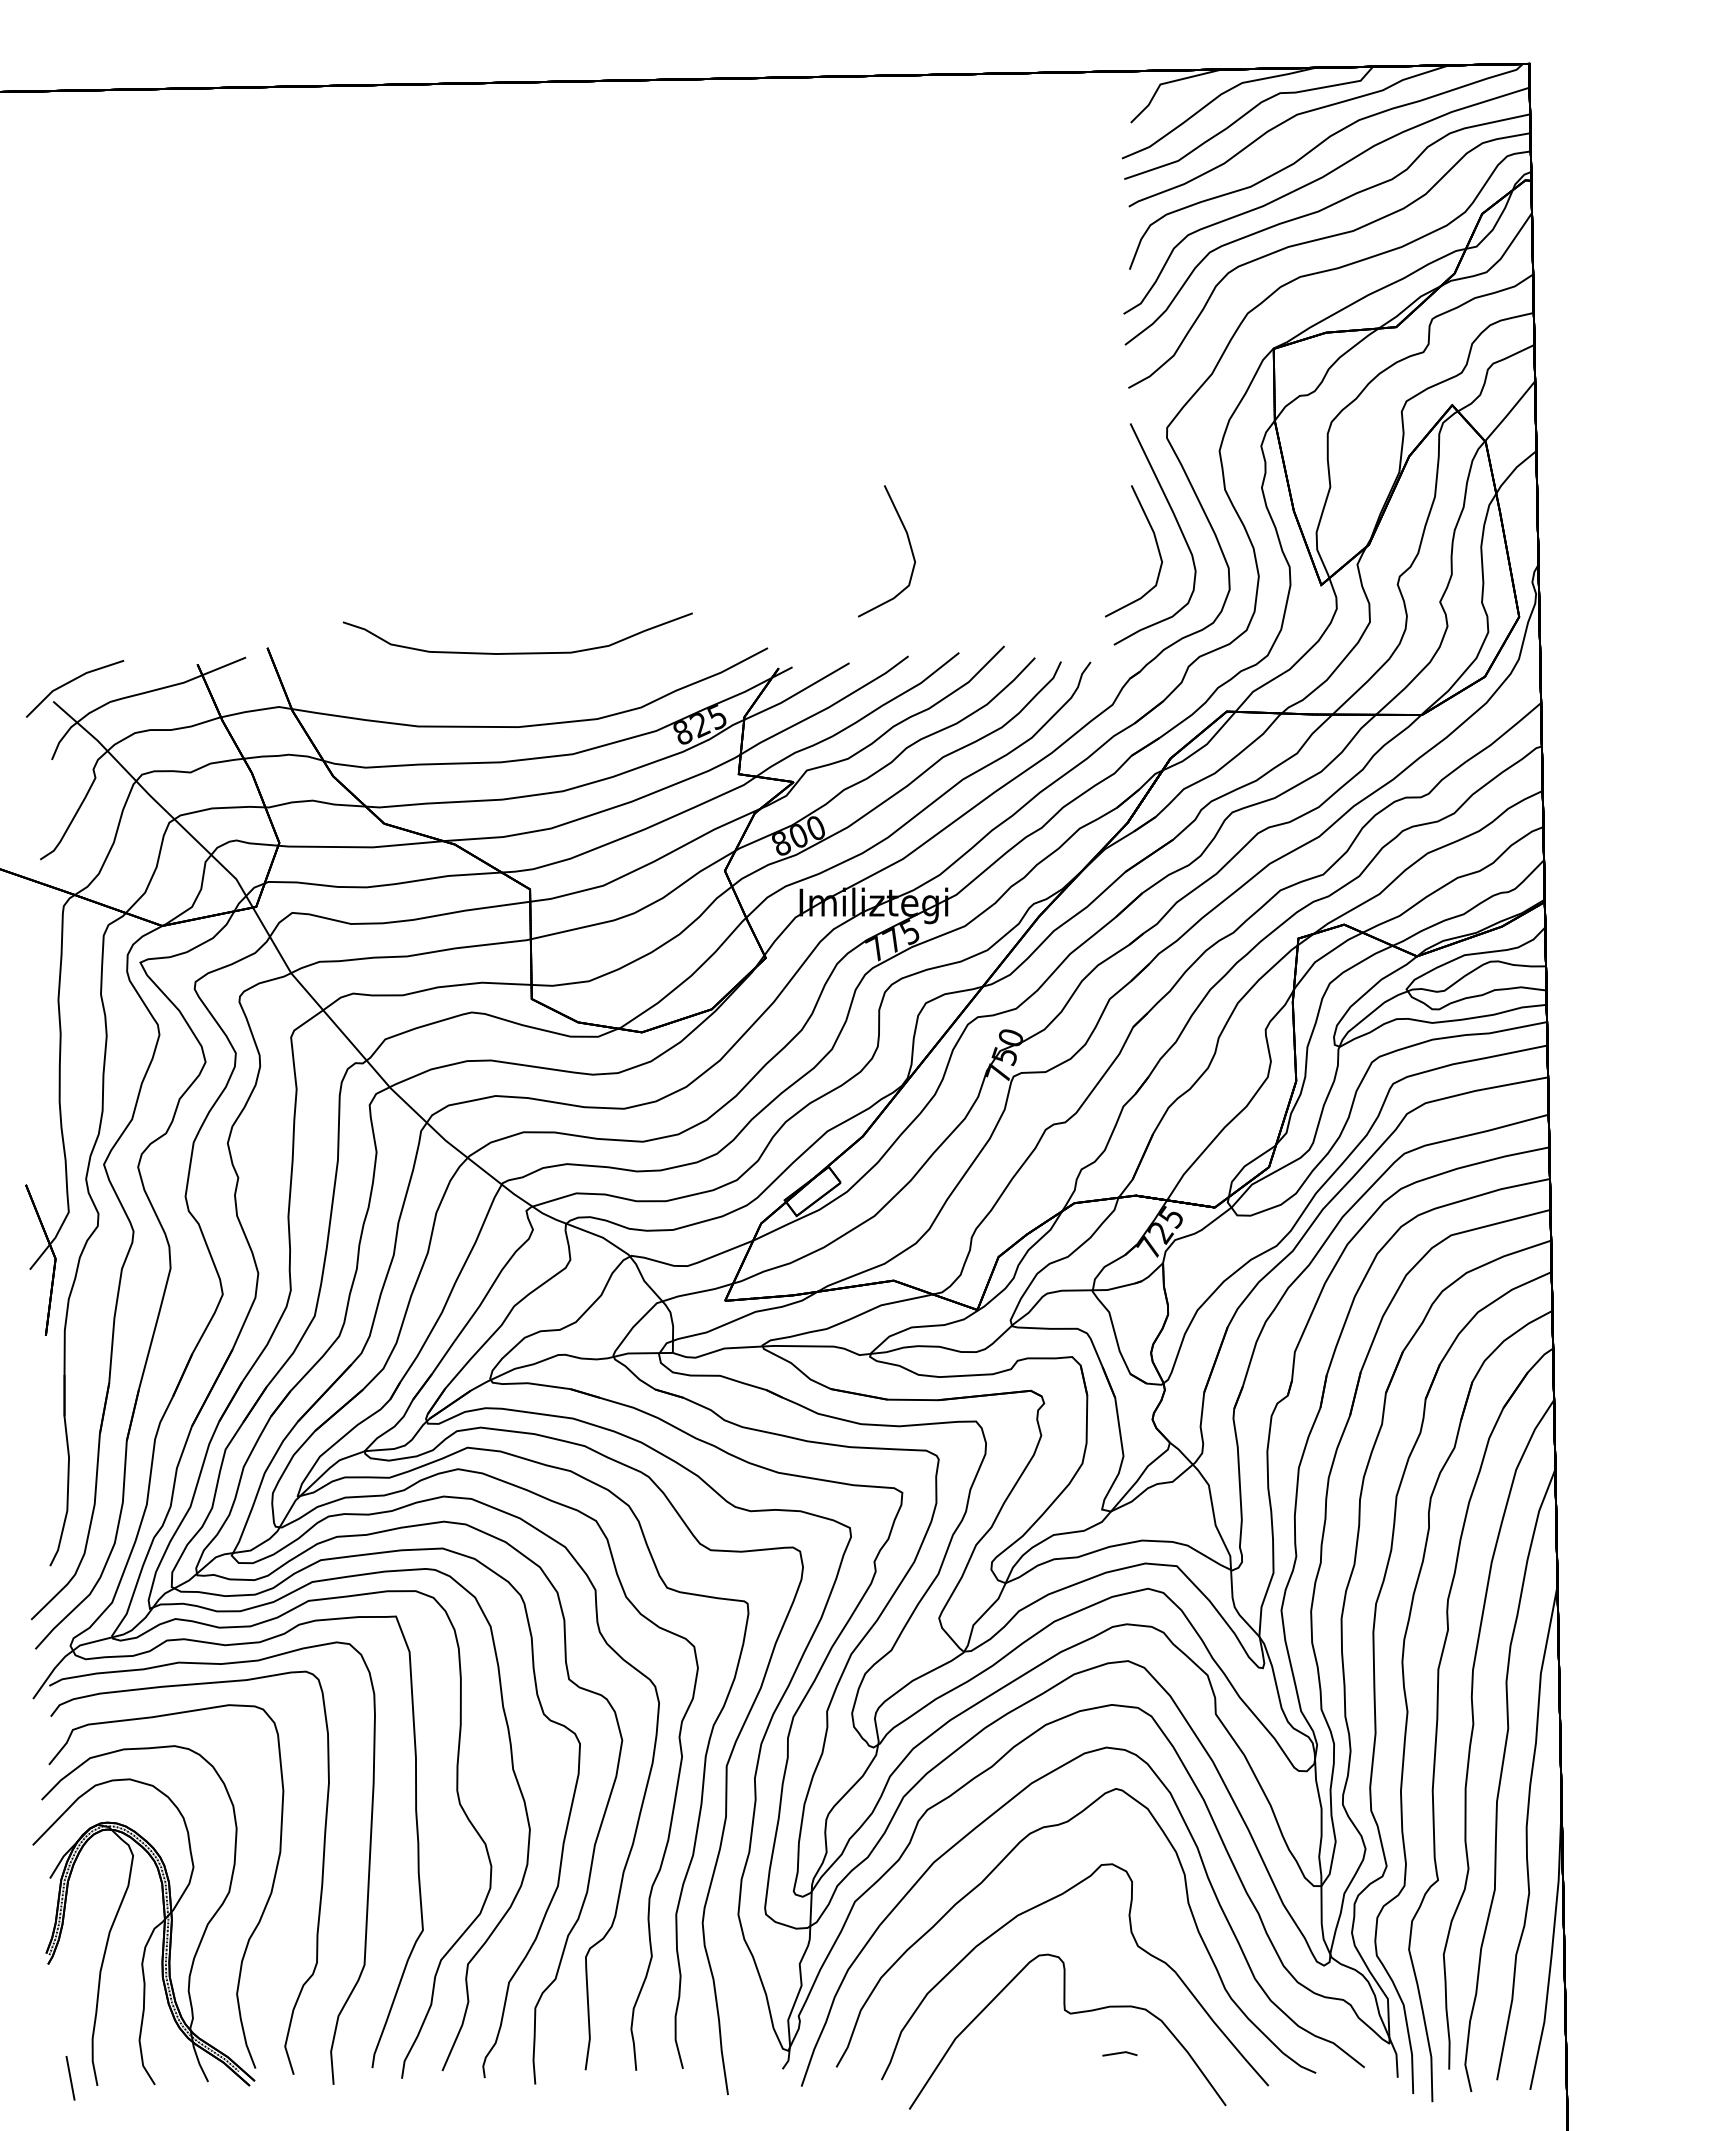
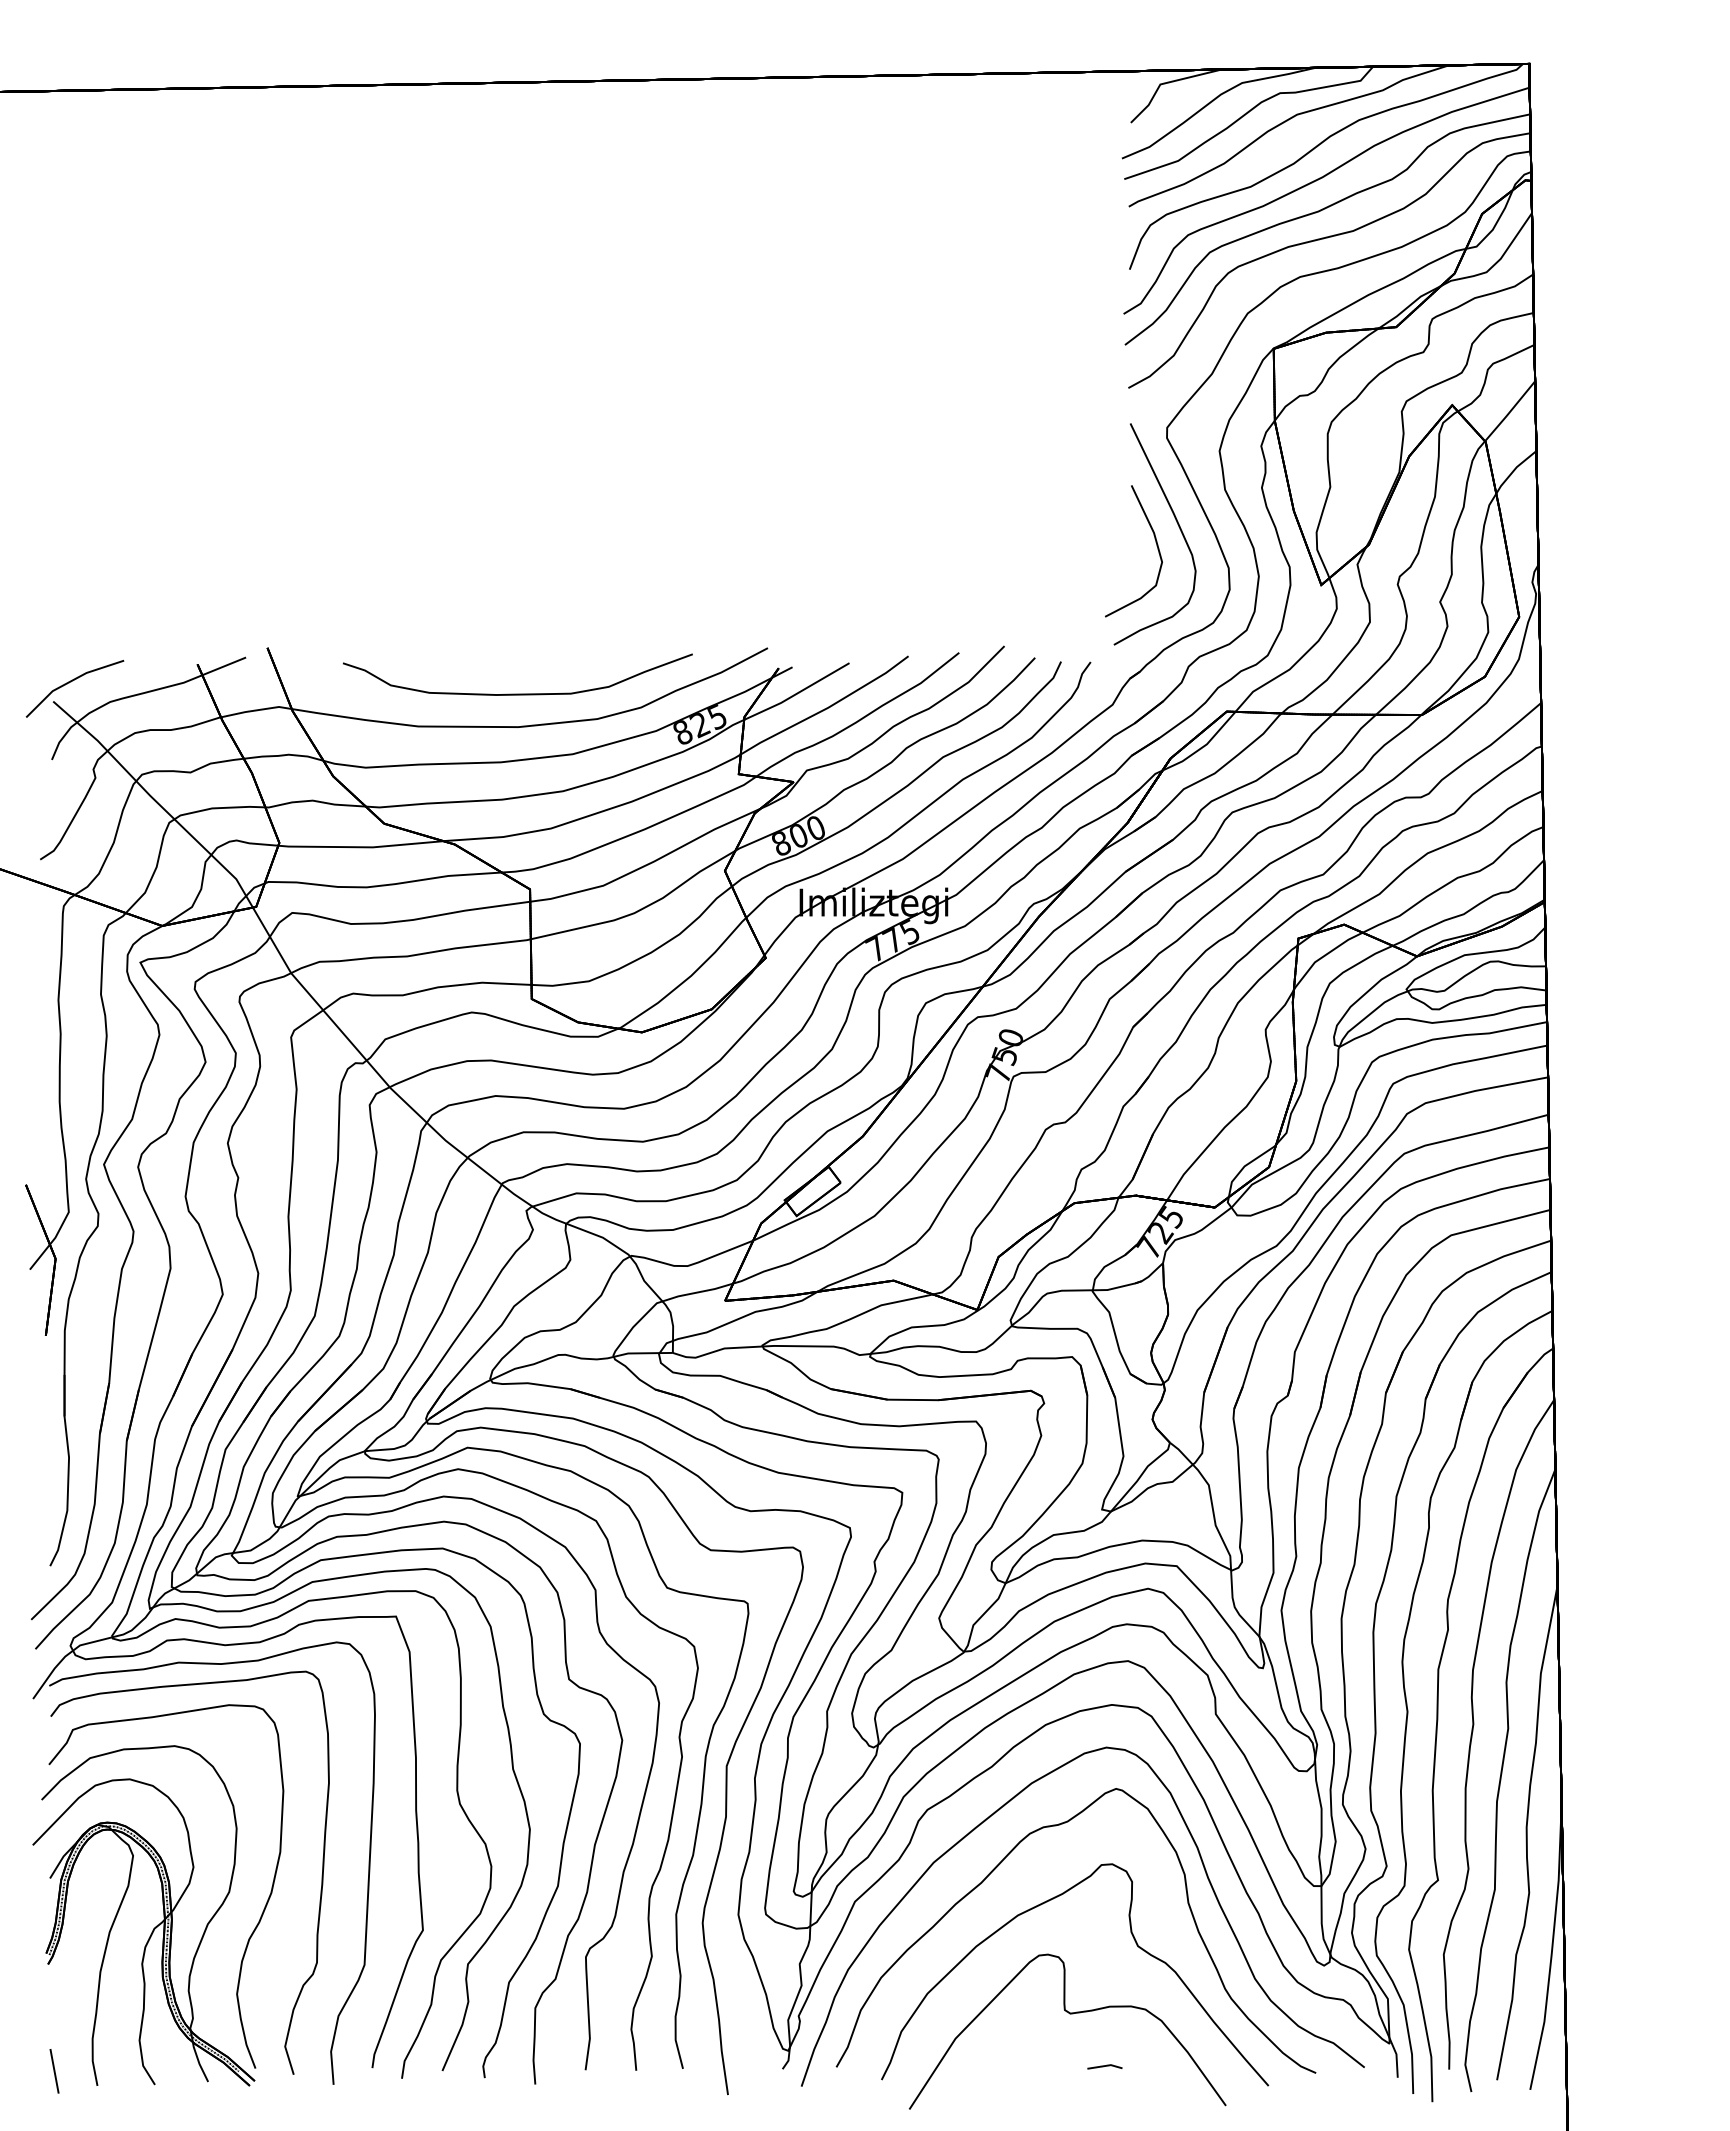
curve at (909, 546): present -> none
curve at (517, 652) position: (517, 652) -> (517, 693)
line at (1119, 2053) position: (1119, 2053) -> (1104, 2066)
line at (70, 2078) position: (70, 2078) -> (54, 2071)
